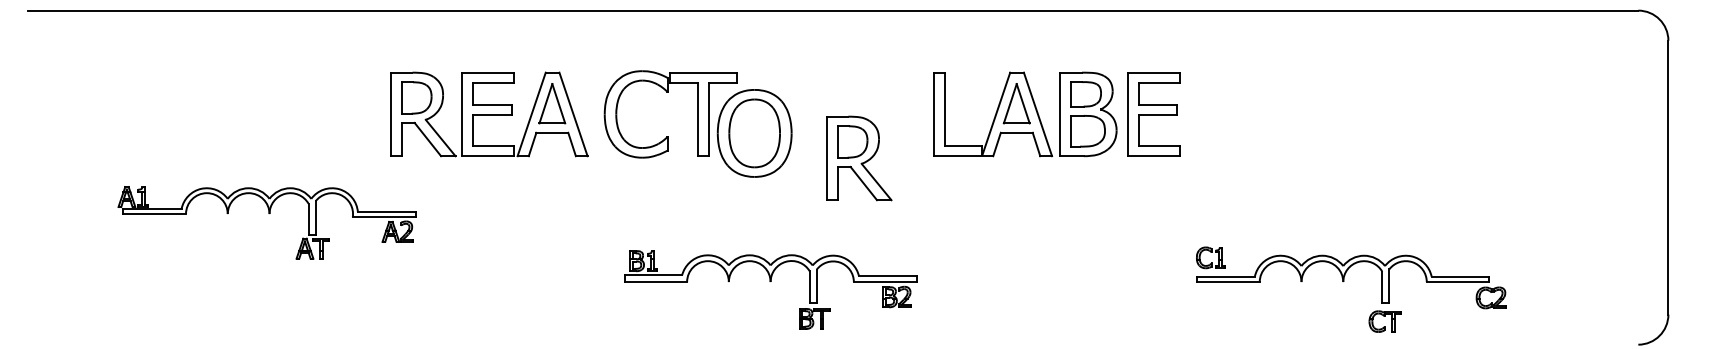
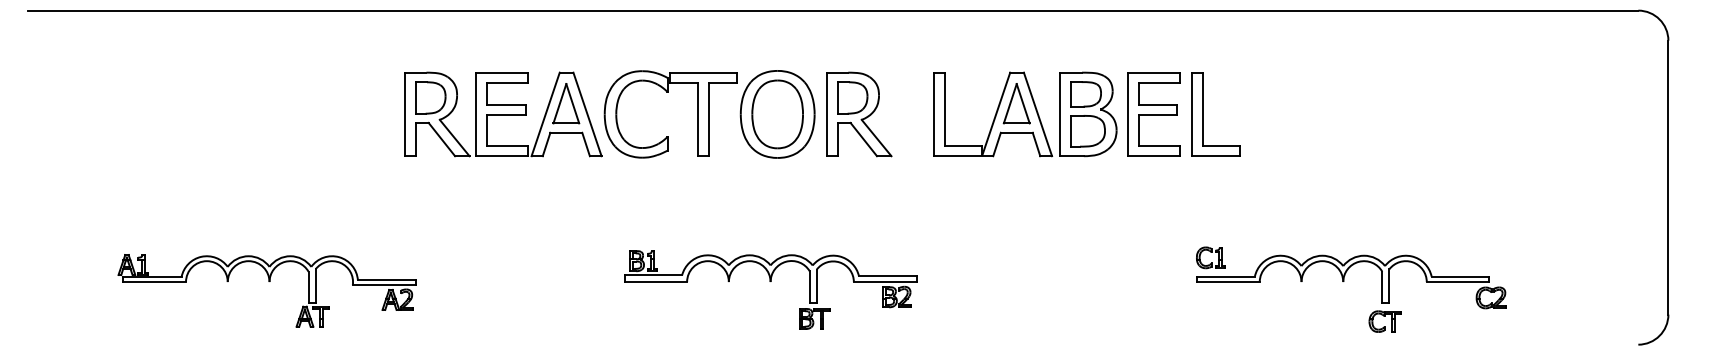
part at (489, 114) position: (489, 114) -> (503, 114)
part at (1203, 114): none -> present
part at (754, 133) position: (754, 133) -> (777, 114)
part at (859, 158) position: (859, 158) -> (859, 114)
part at (268, 213) position: (268, 213) -> (268, 281)
